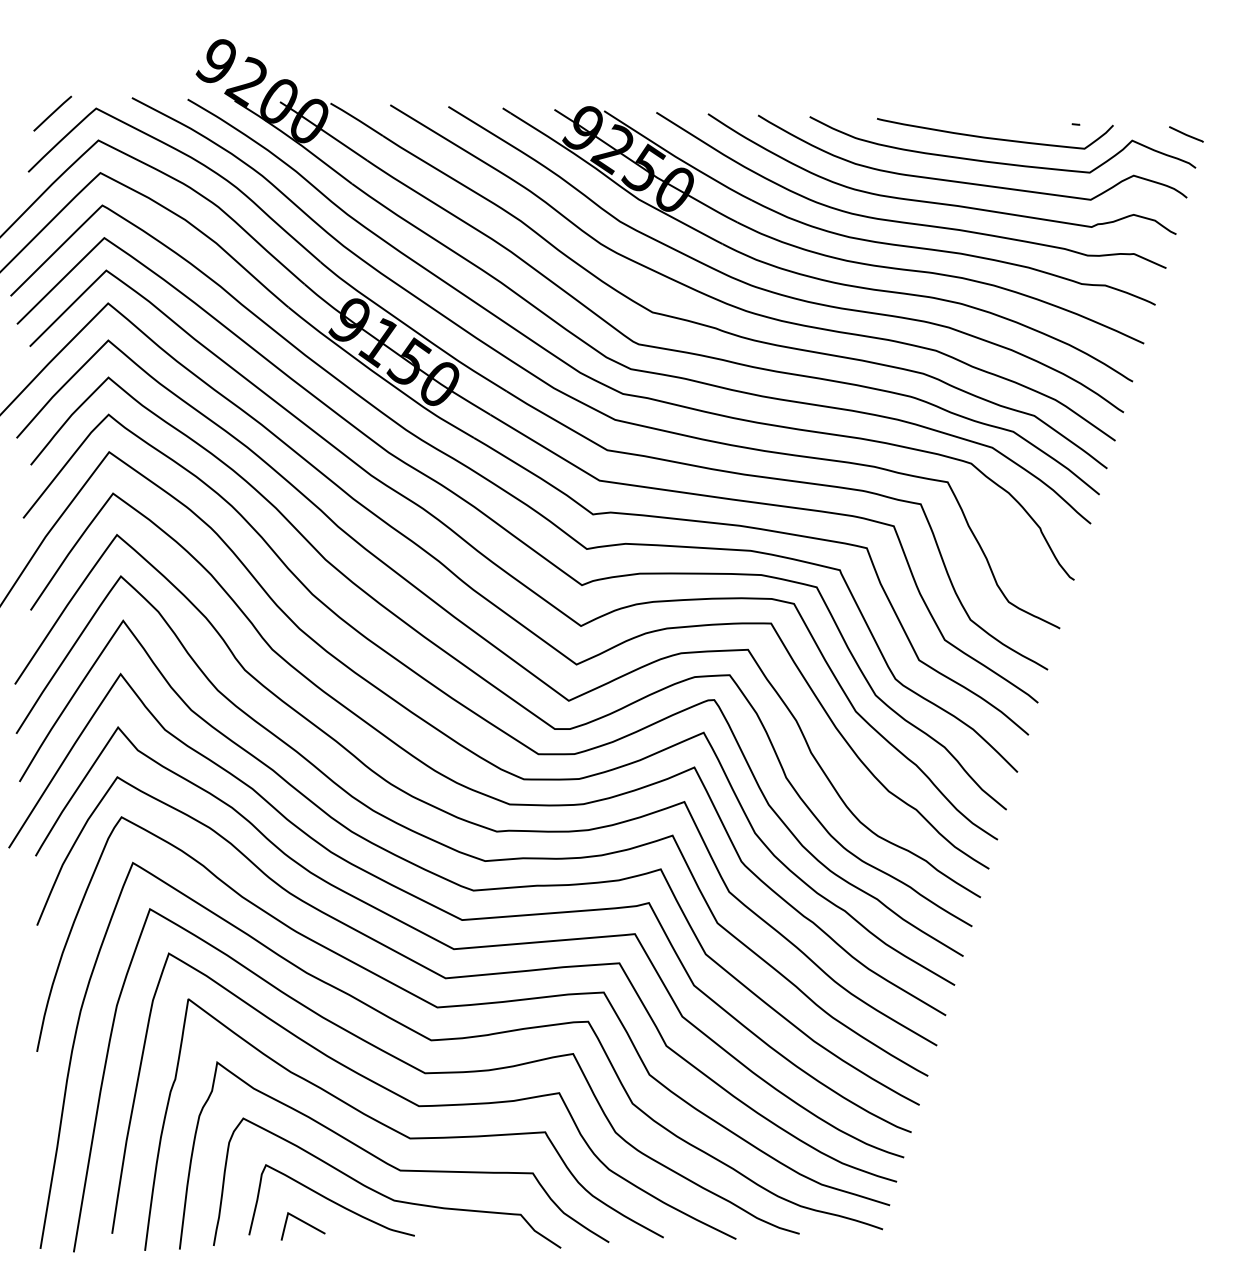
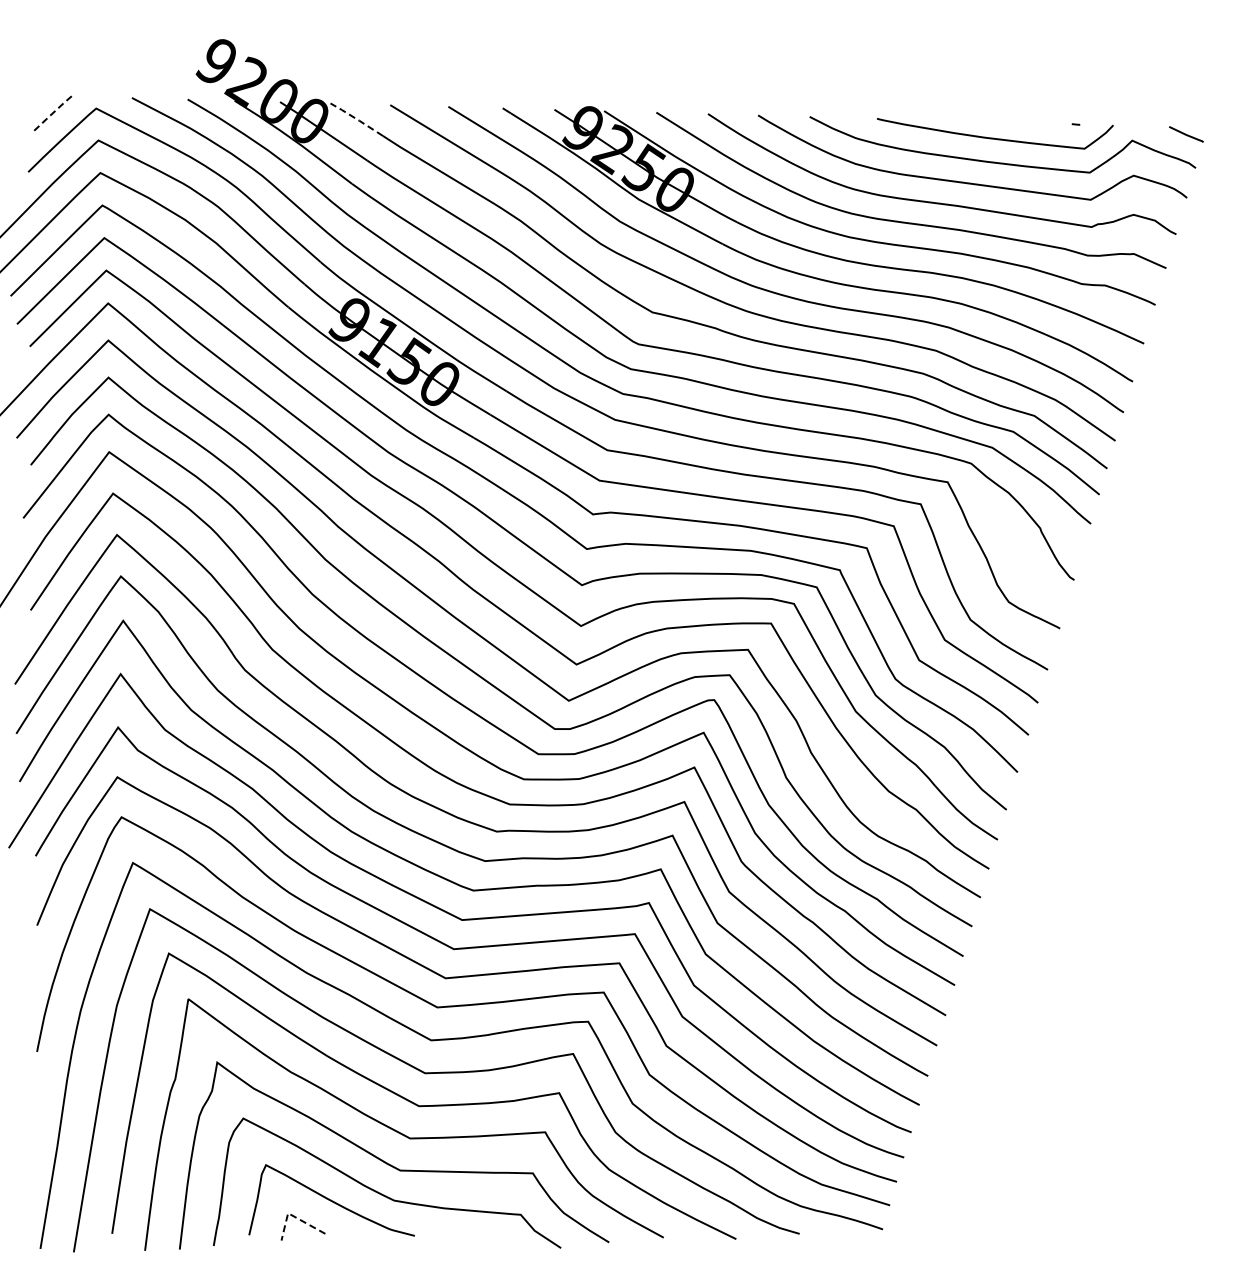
line at (52, 113): solid -> dashed
line at (356, 118): solid -> dashed
line at (293, 1216): solid -> dashed
